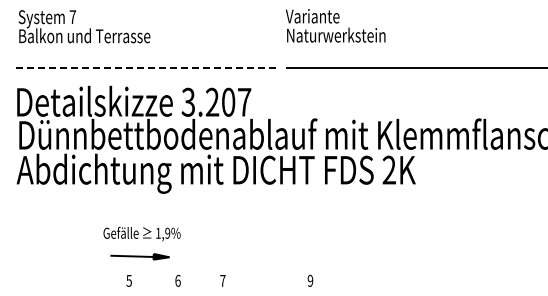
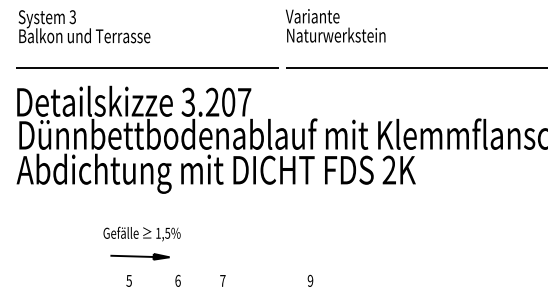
text at (72, 17): 7 -> 3
line at (148, 67): dashed -> solid
text at (167, 232): 1,9% -> 1,5%
